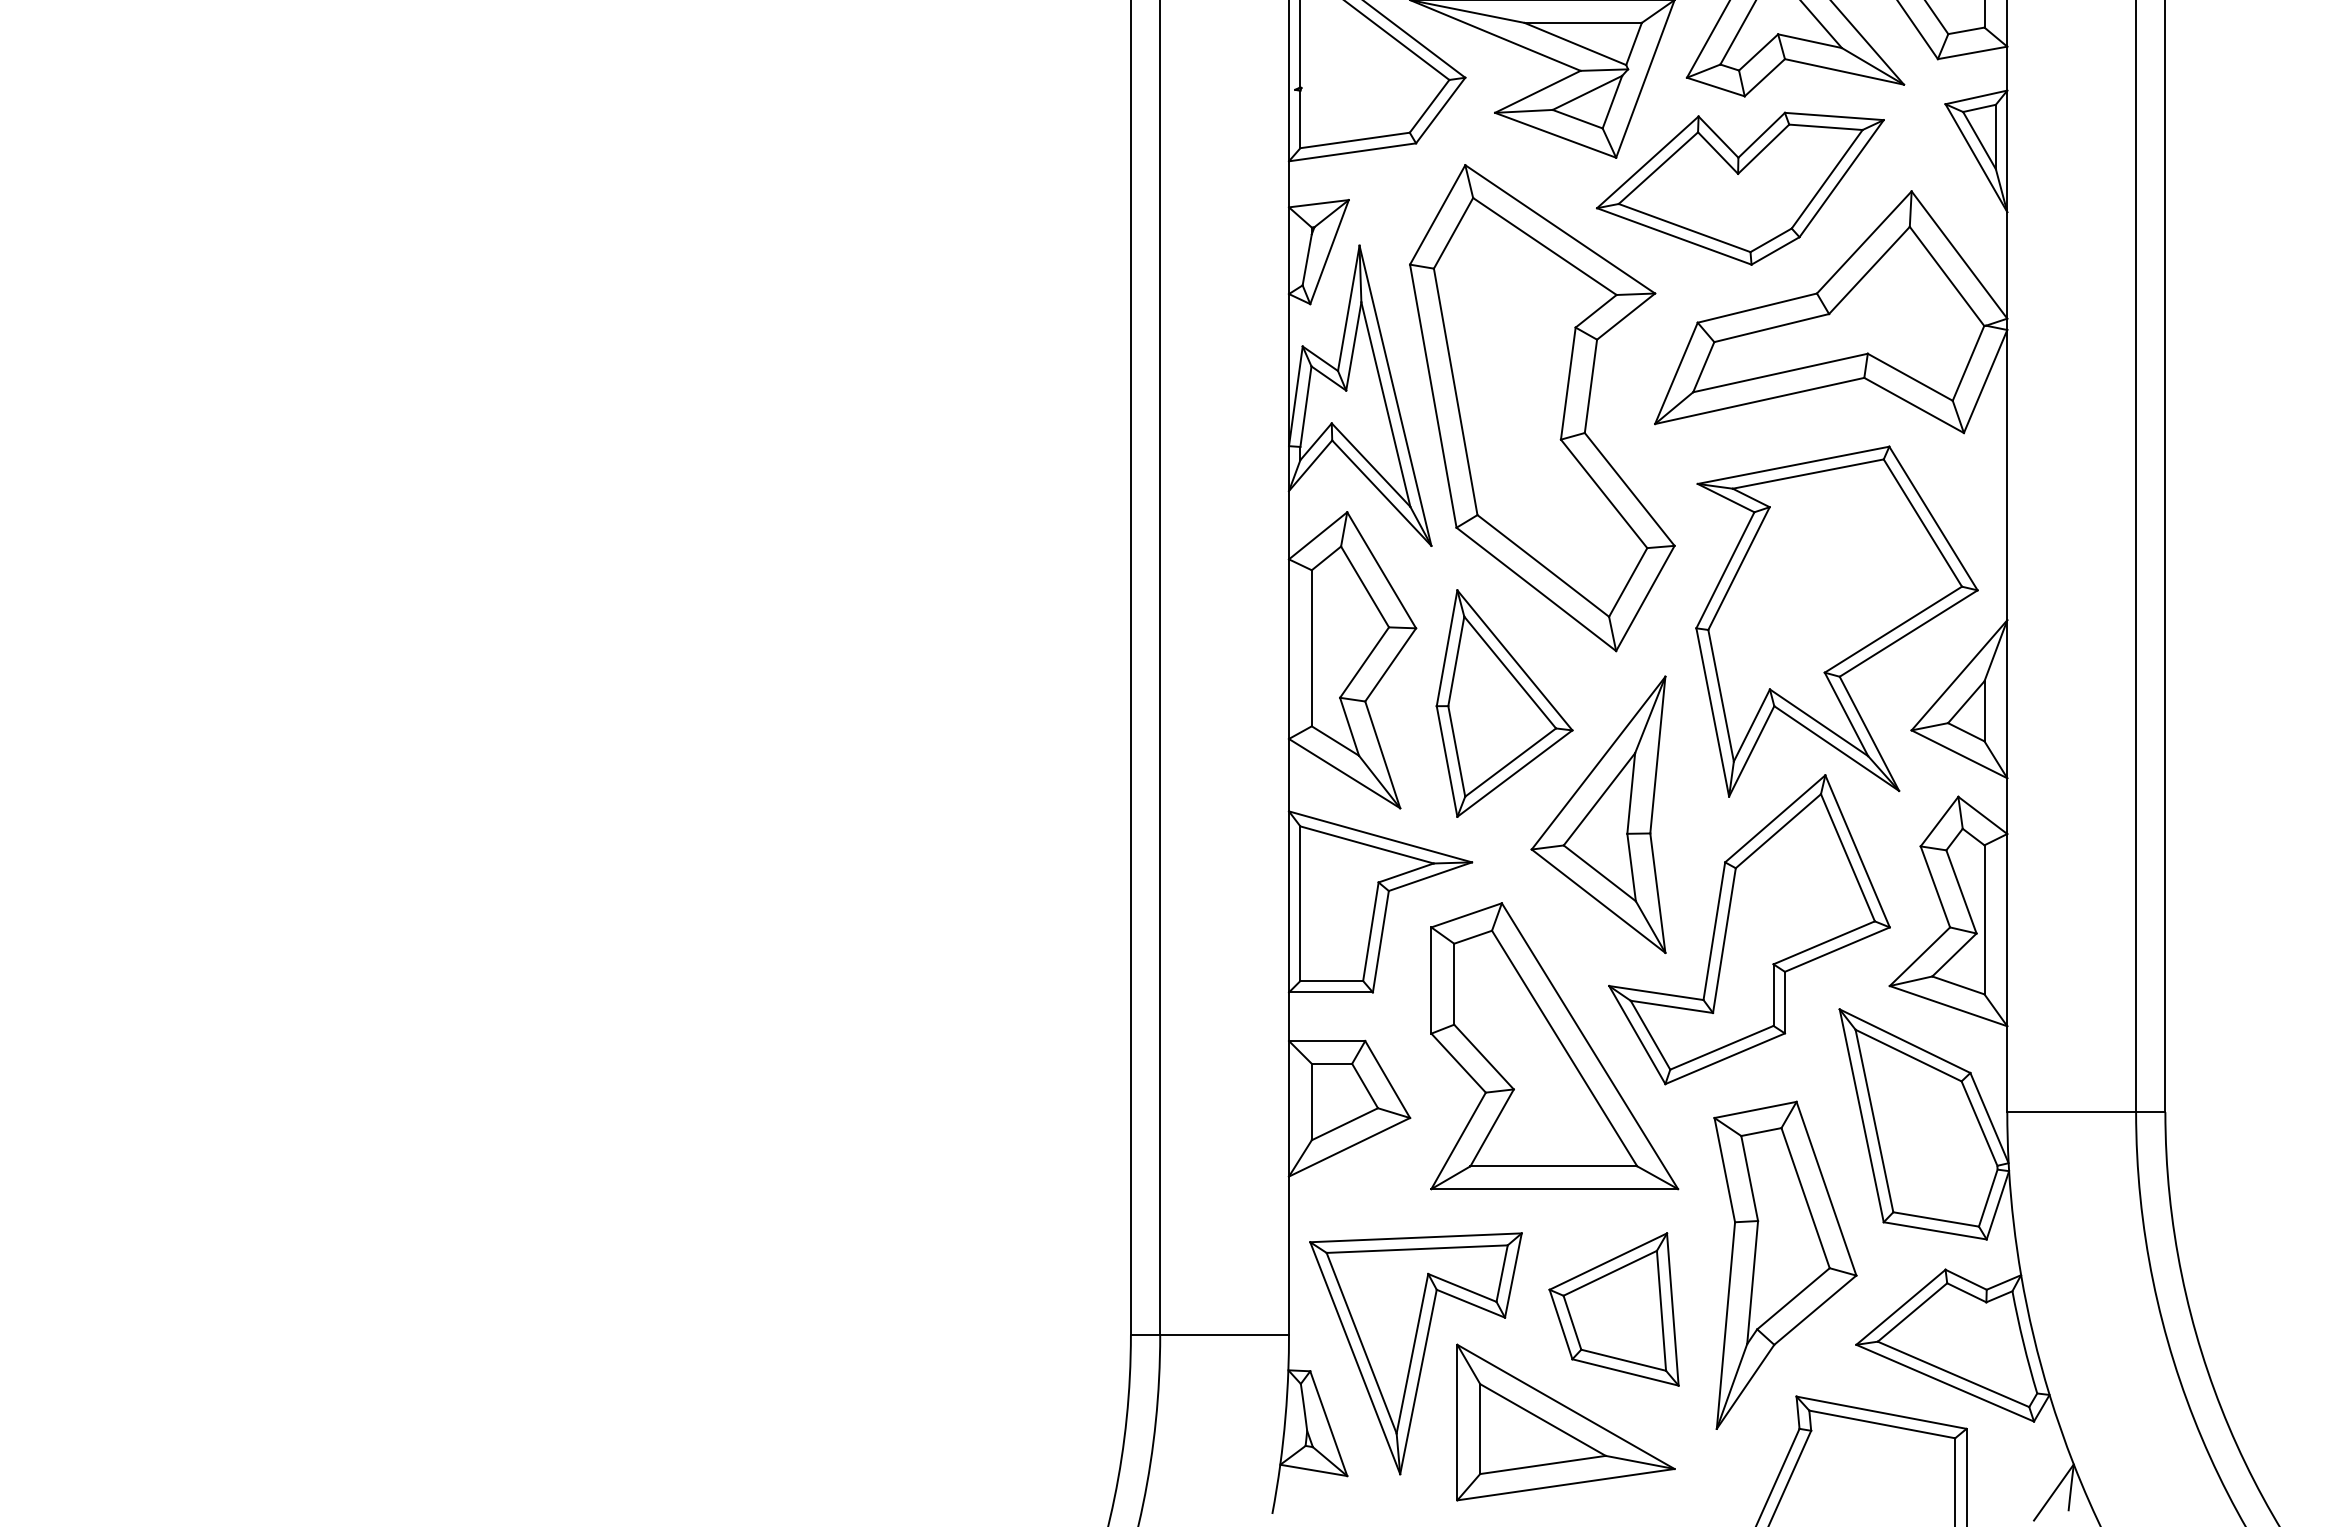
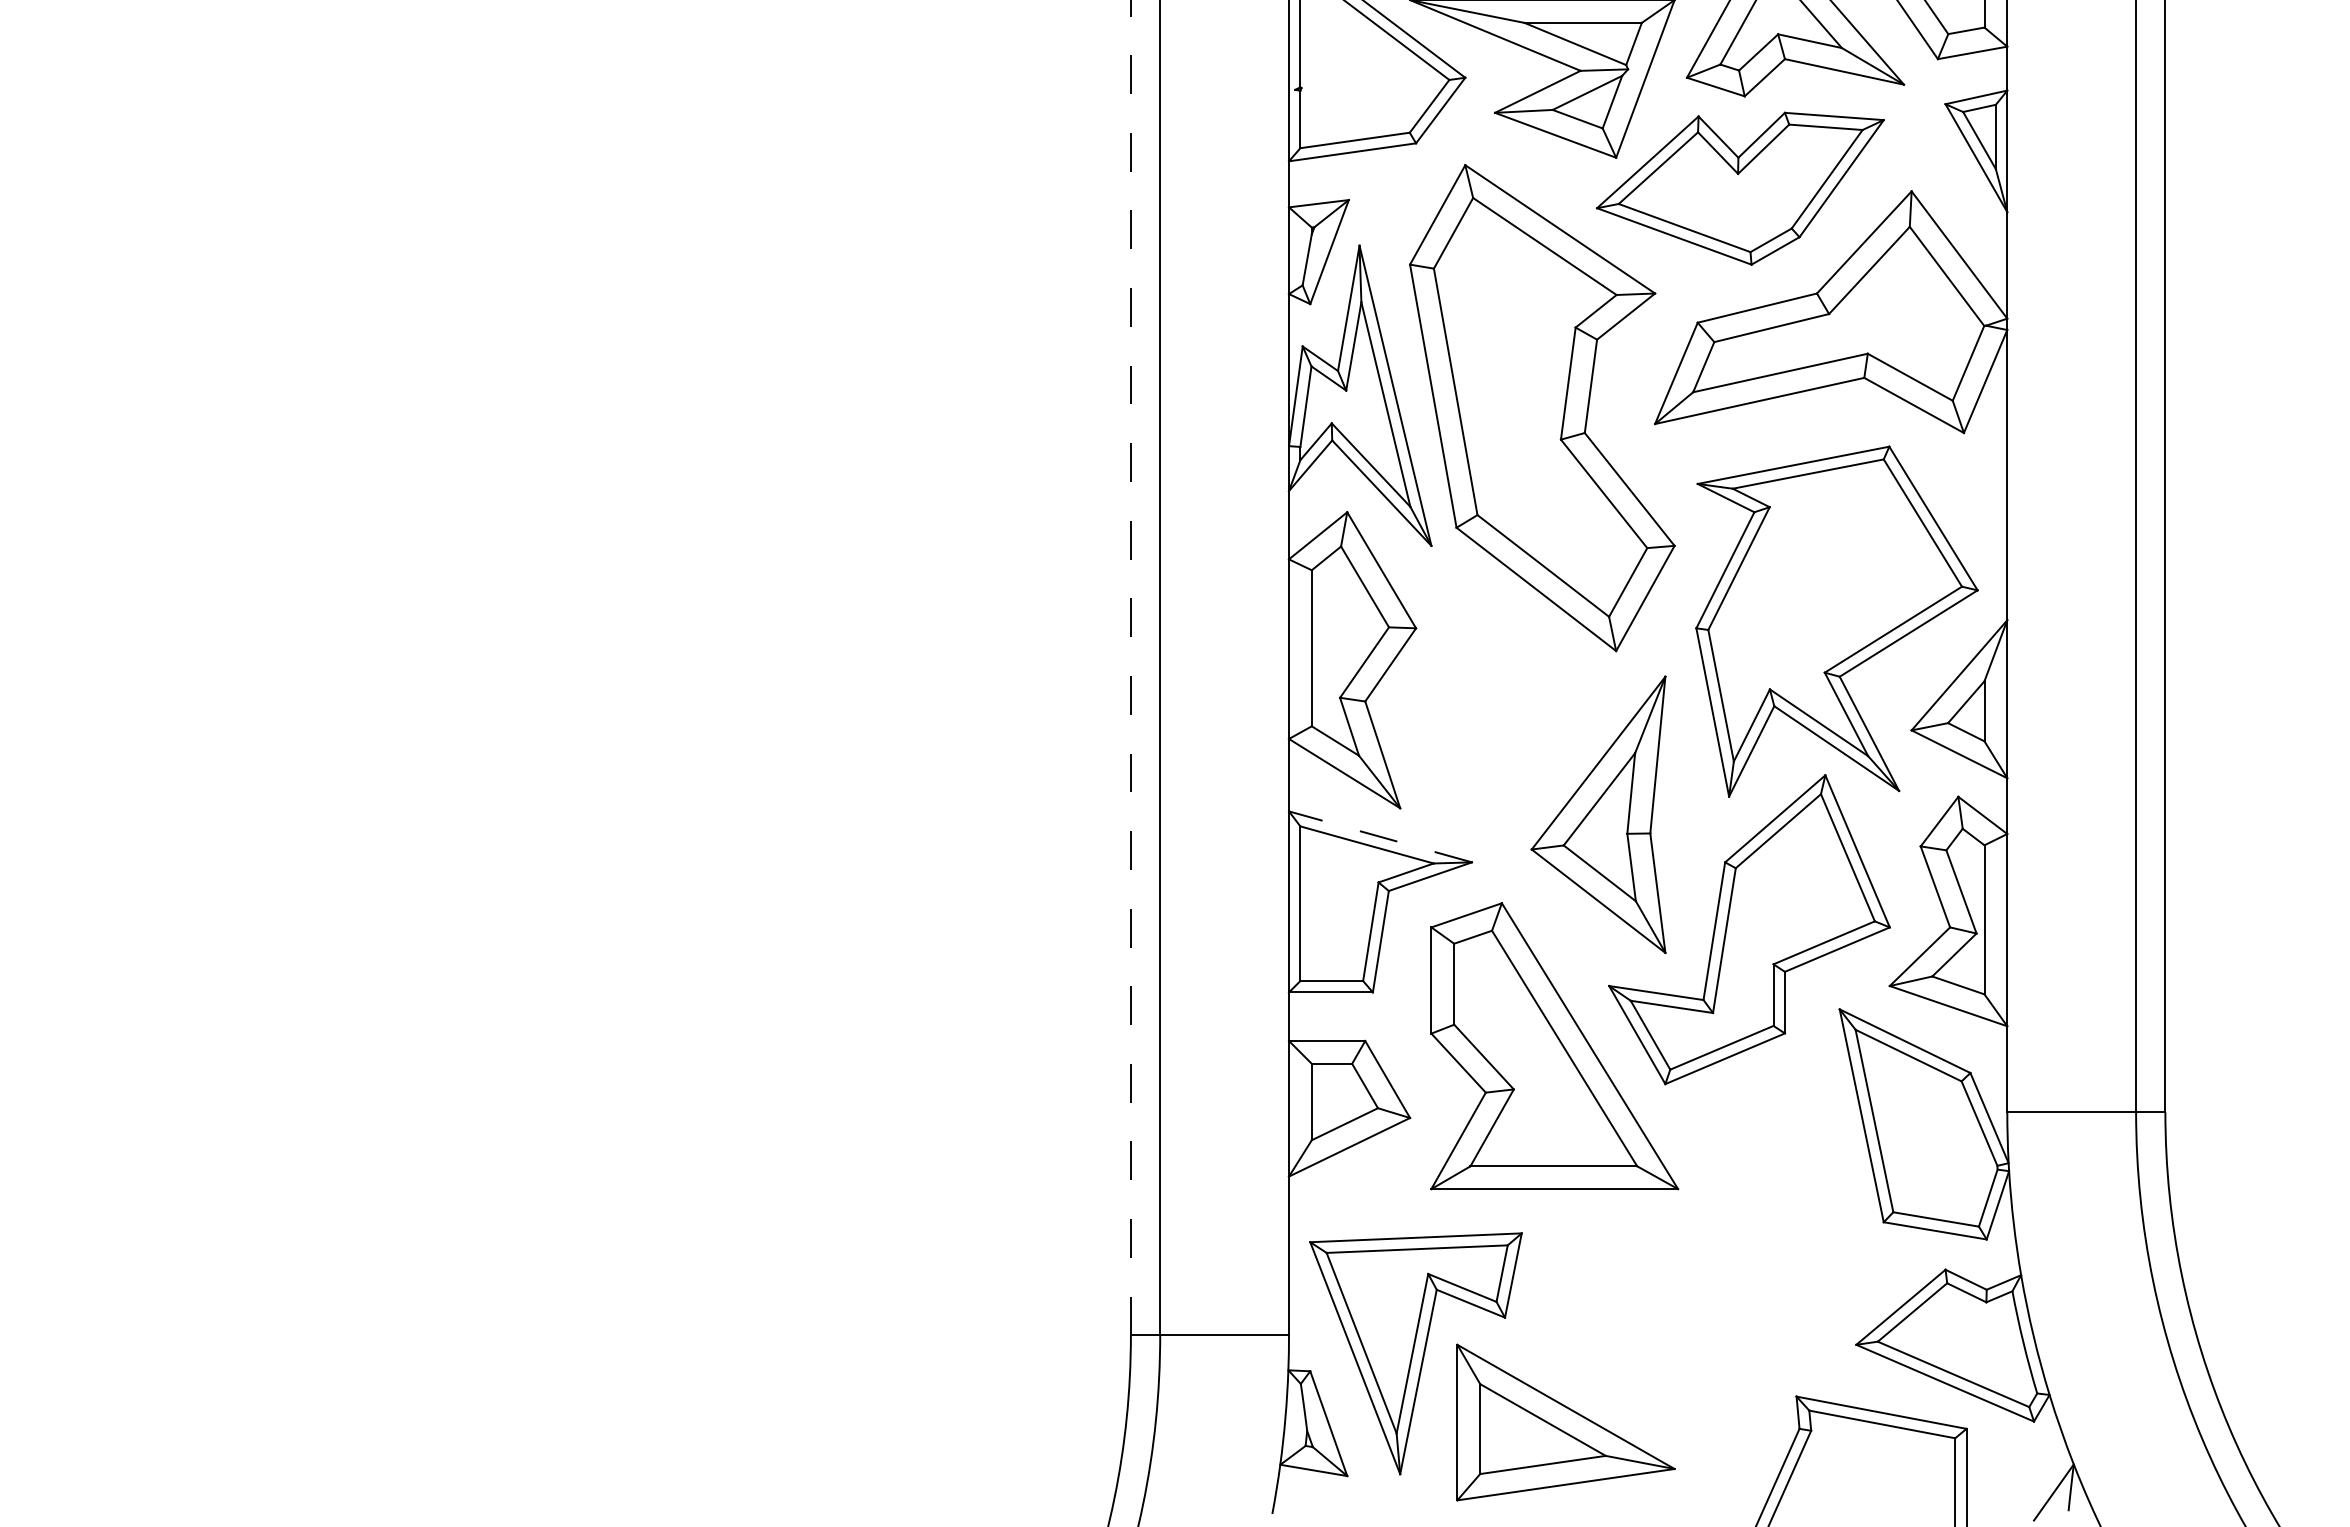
line at (1130, 667): solid -> dashed
part at (1504, 703): present -> none
line at (1380, 836): solid -> dashed
part at (1785, 1264): present -> none
part at (1613, 1309): present -> none
